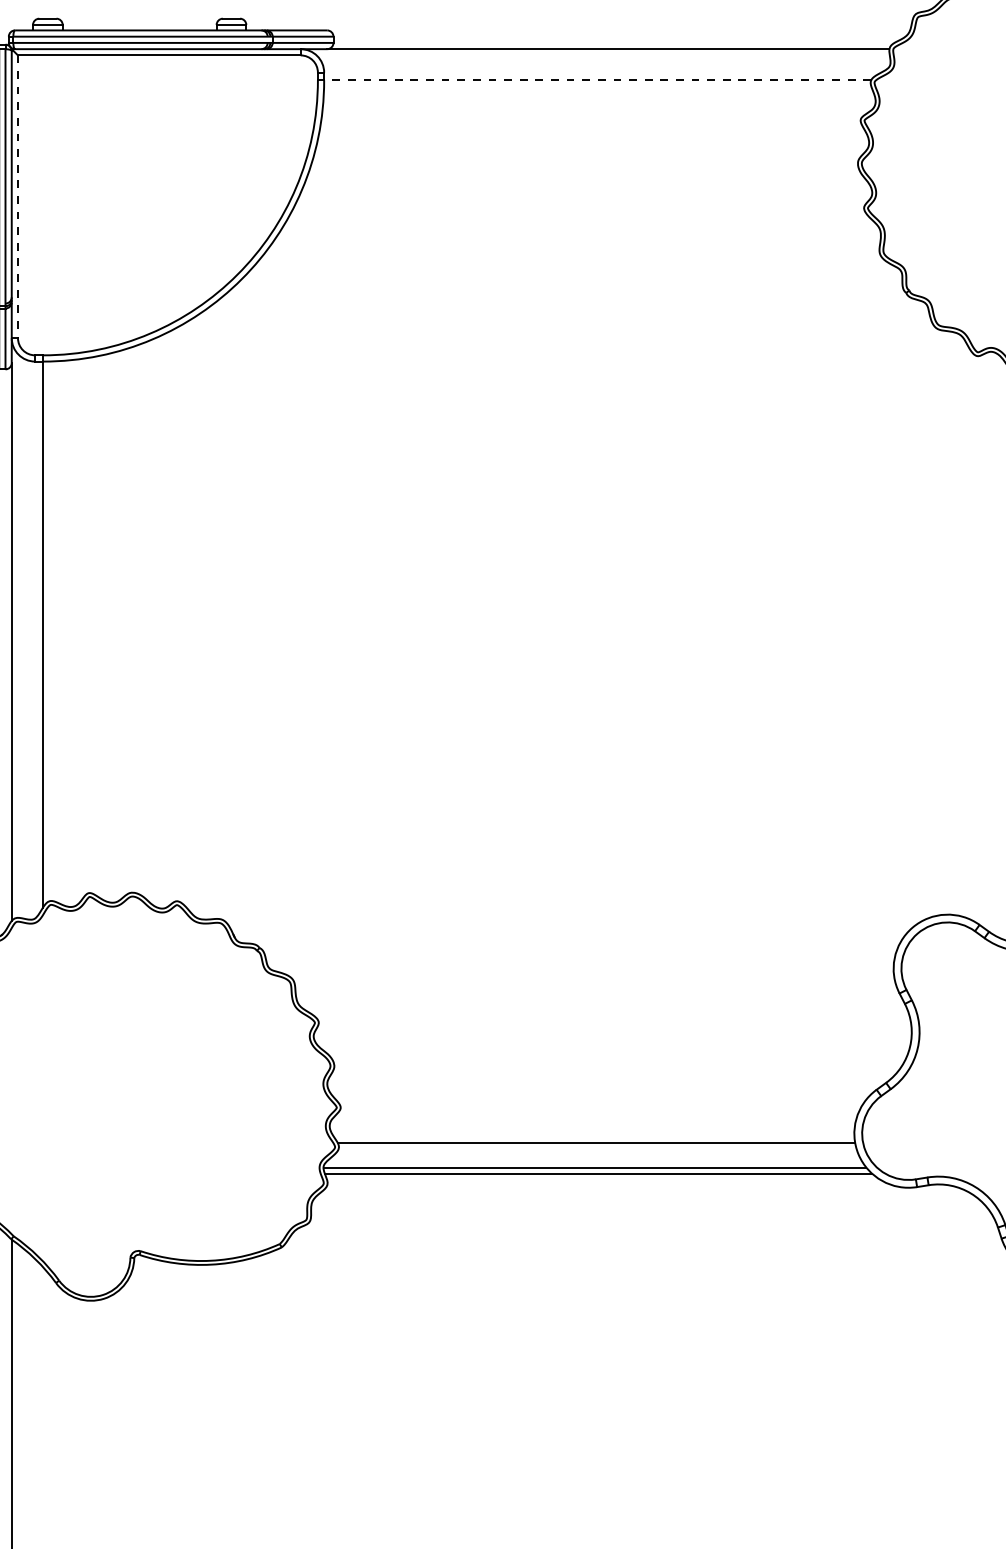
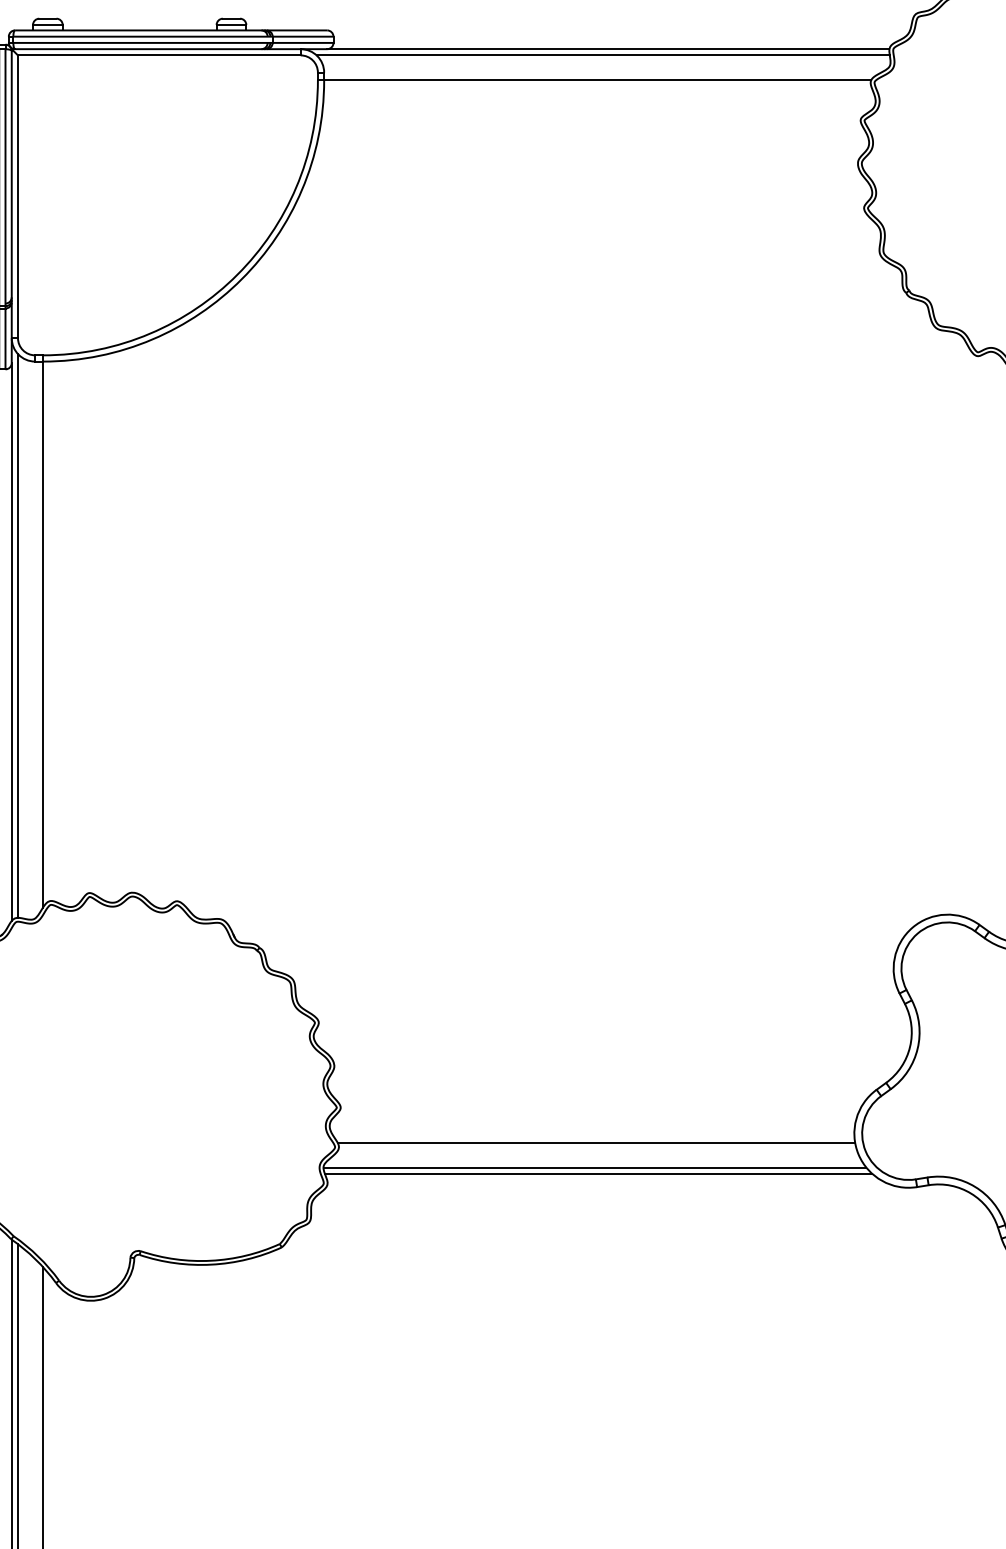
line at (602, 55): none -> present
line at (597, 80): dashed -> solid
line at (18, 197): dashed -> solid
line at (18, 635): none -> present
line at (18, 1394): none -> present
line at (42, 1406): none -> present
